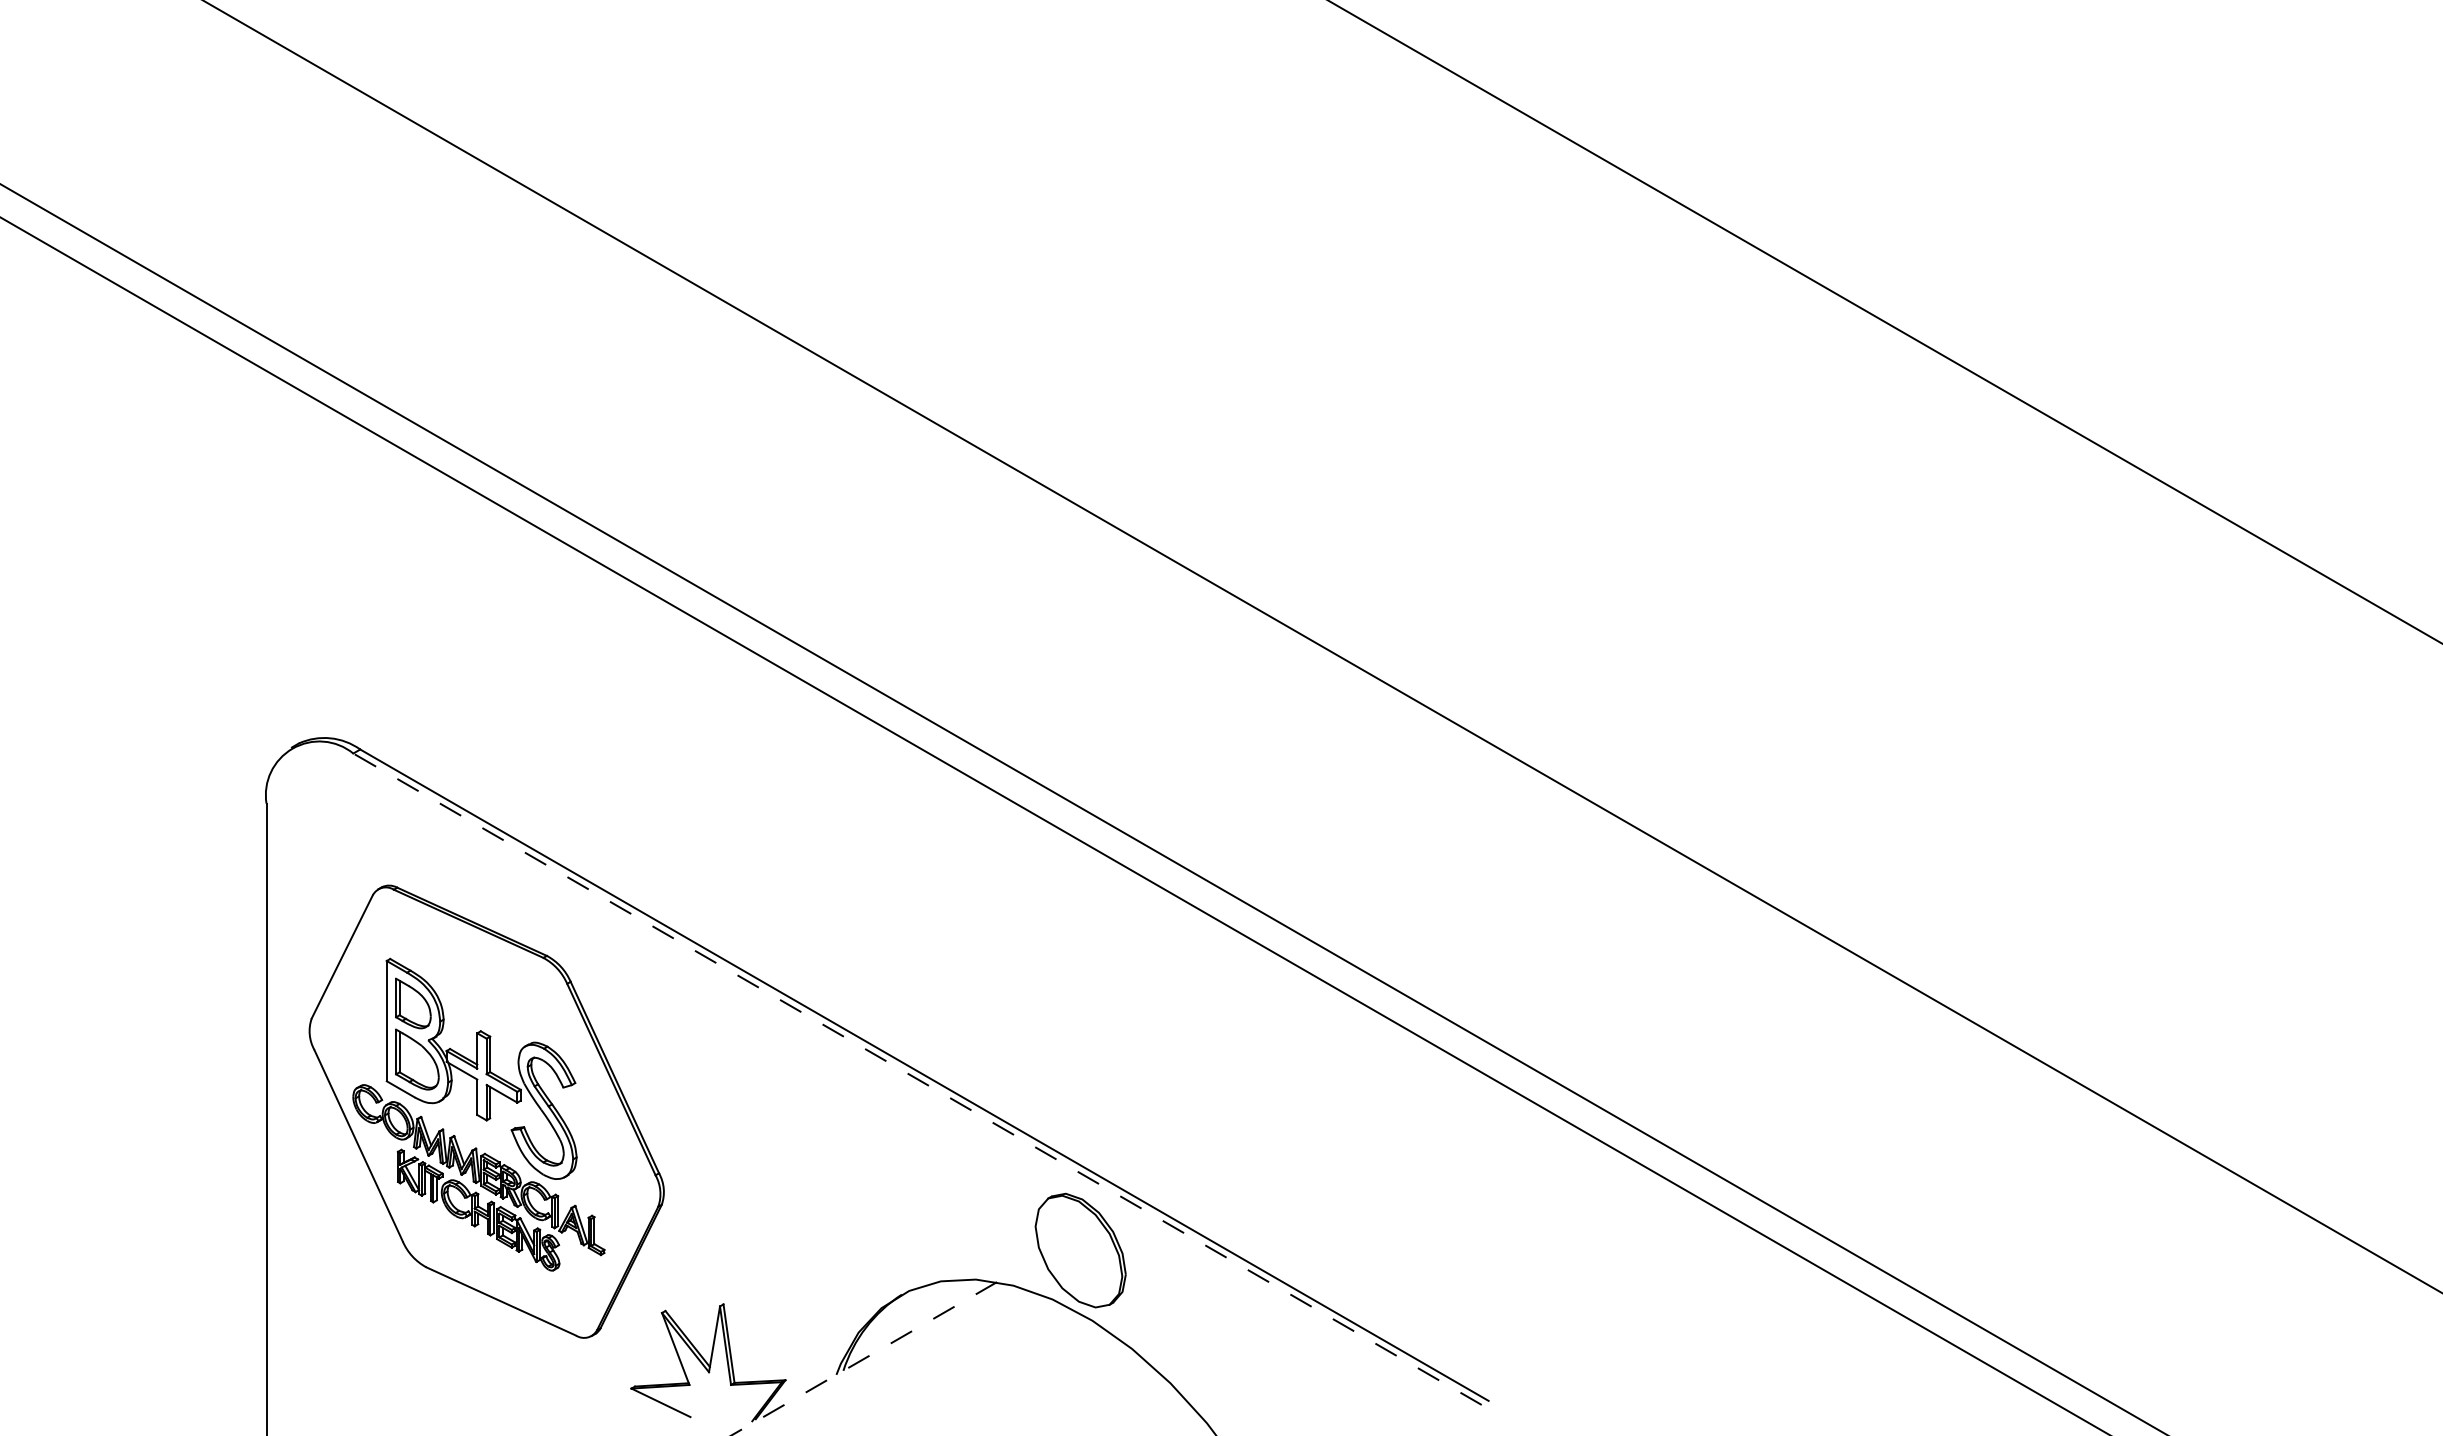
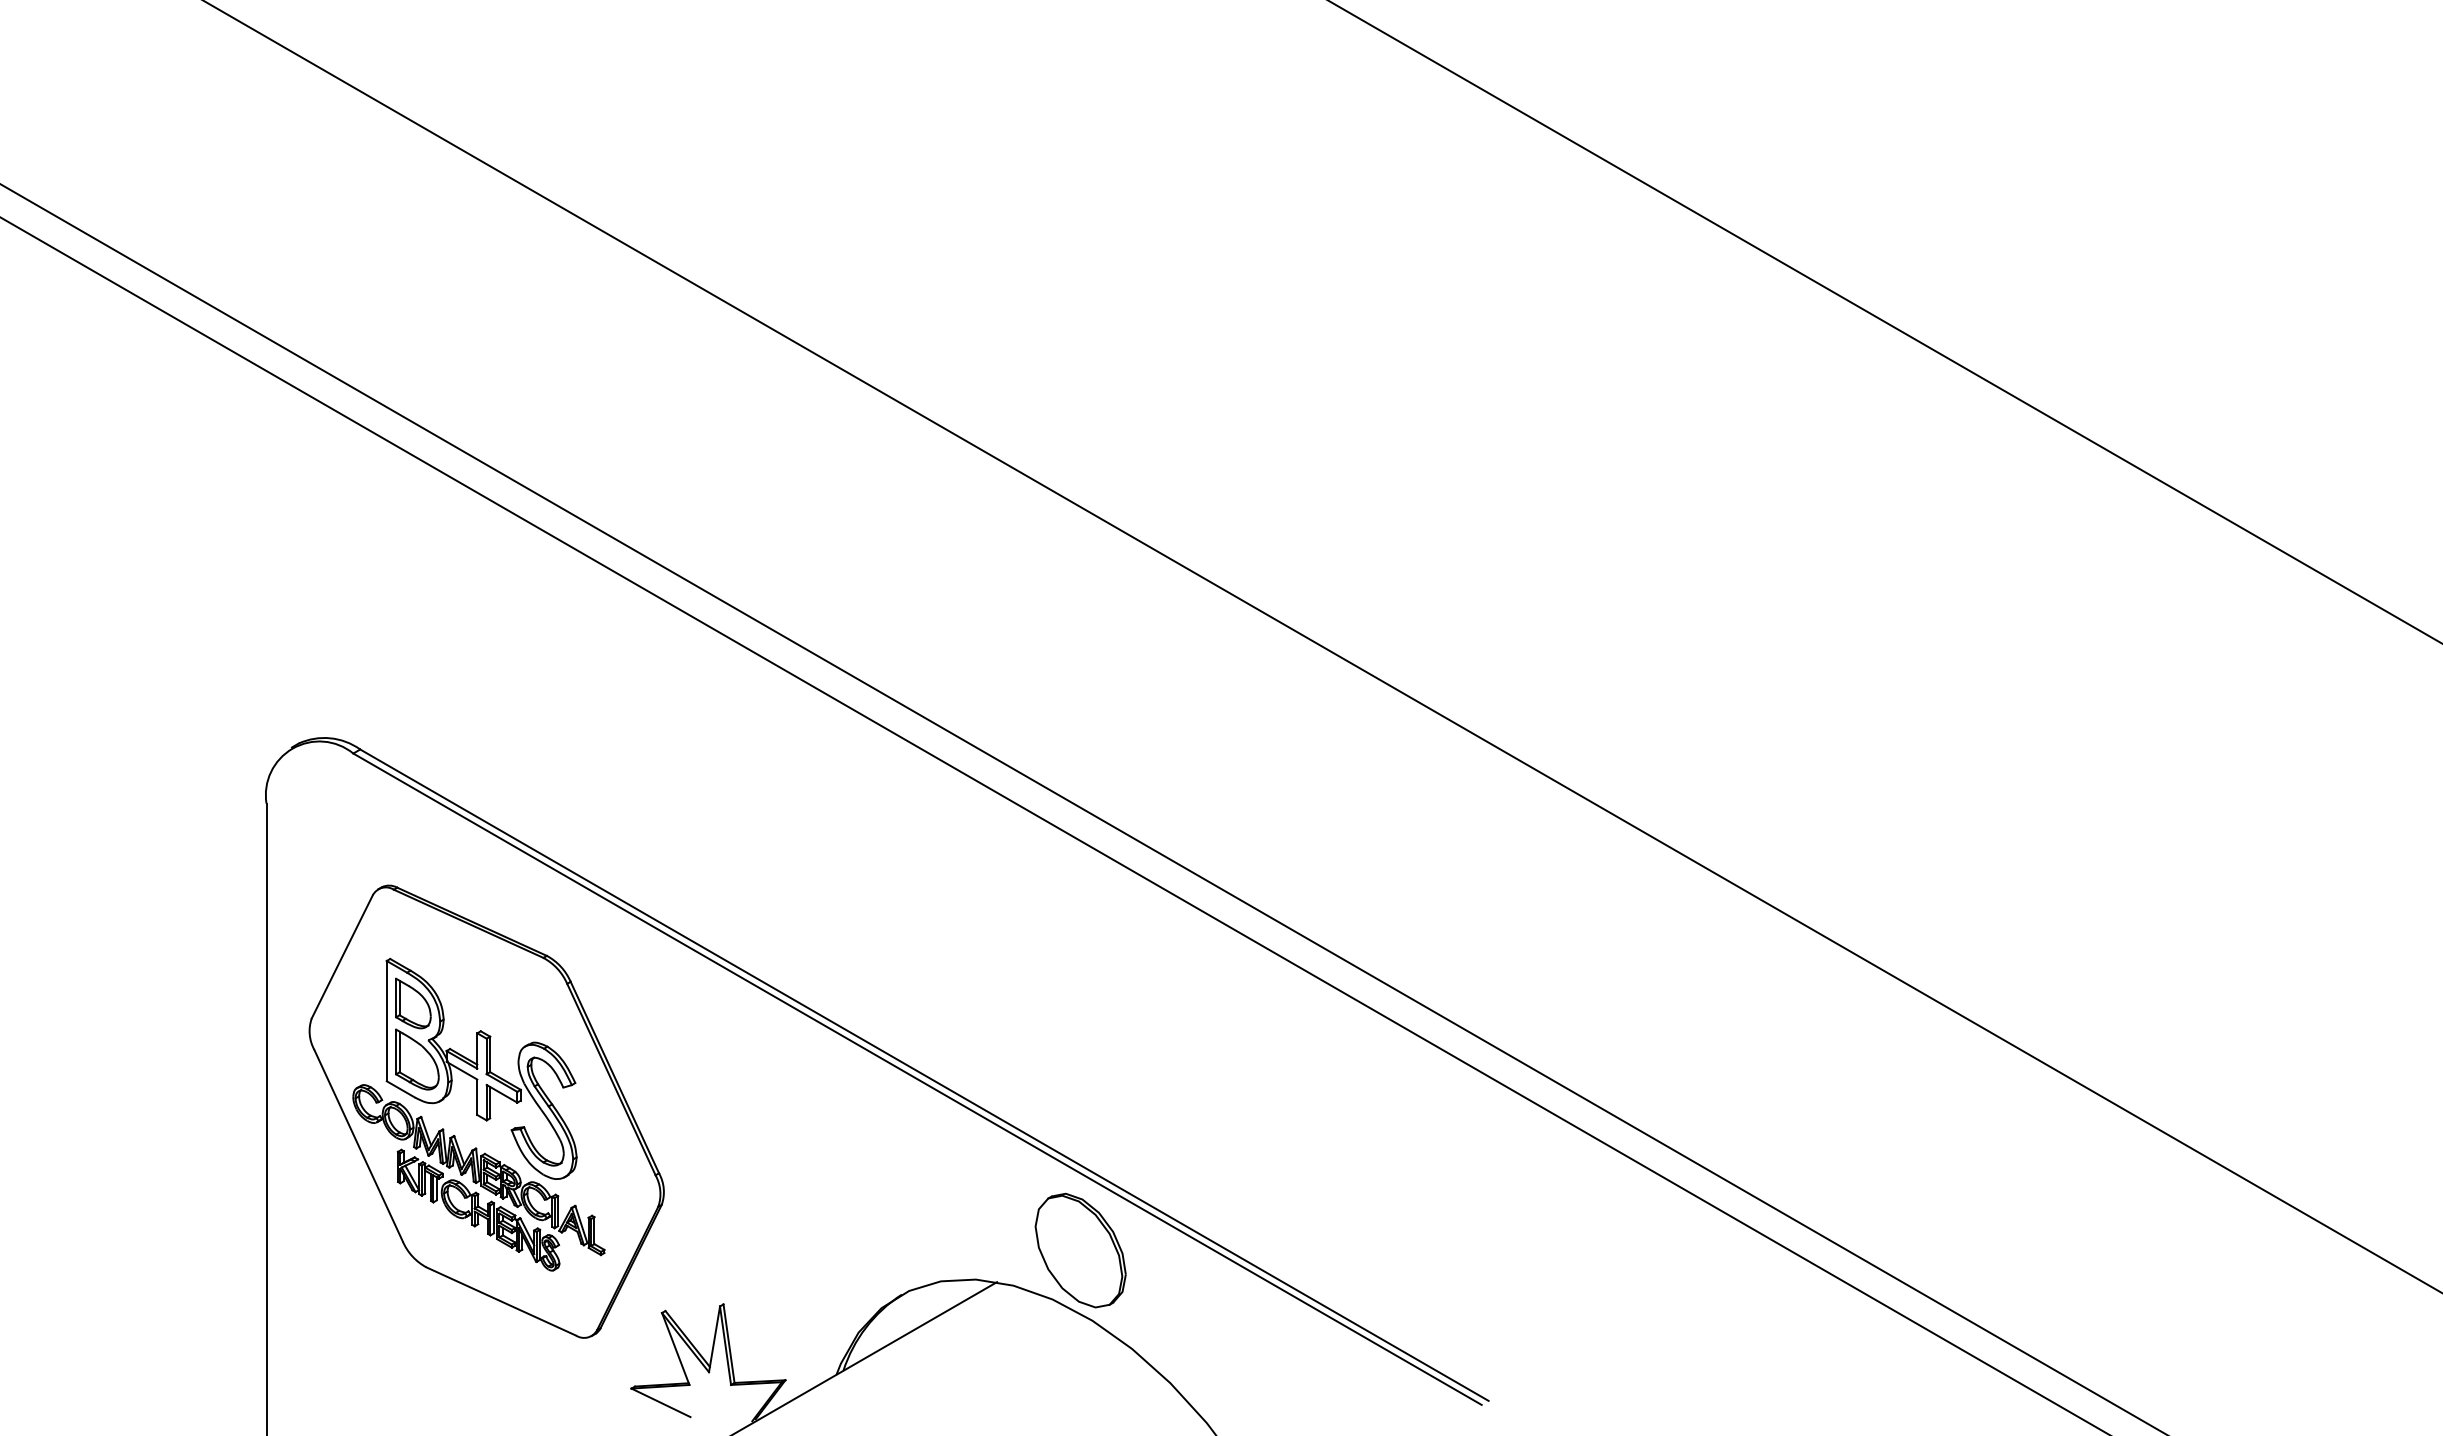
line at (917, 1078): dashed -> solid
line at (863, 1359): dashed -> solid
